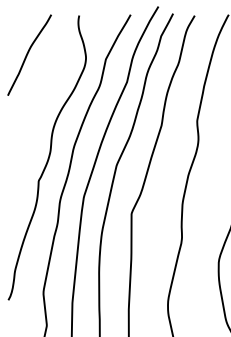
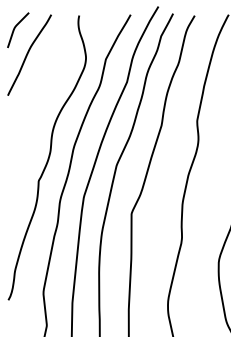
curve at (16, 27): none -> present
